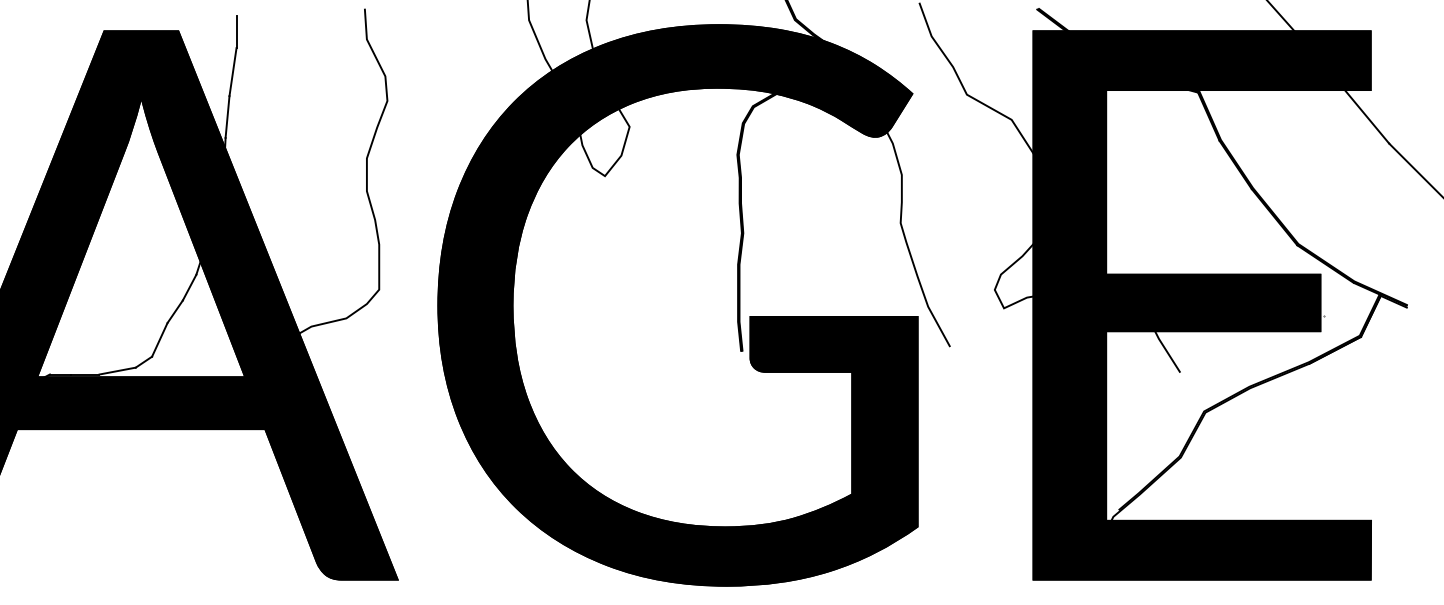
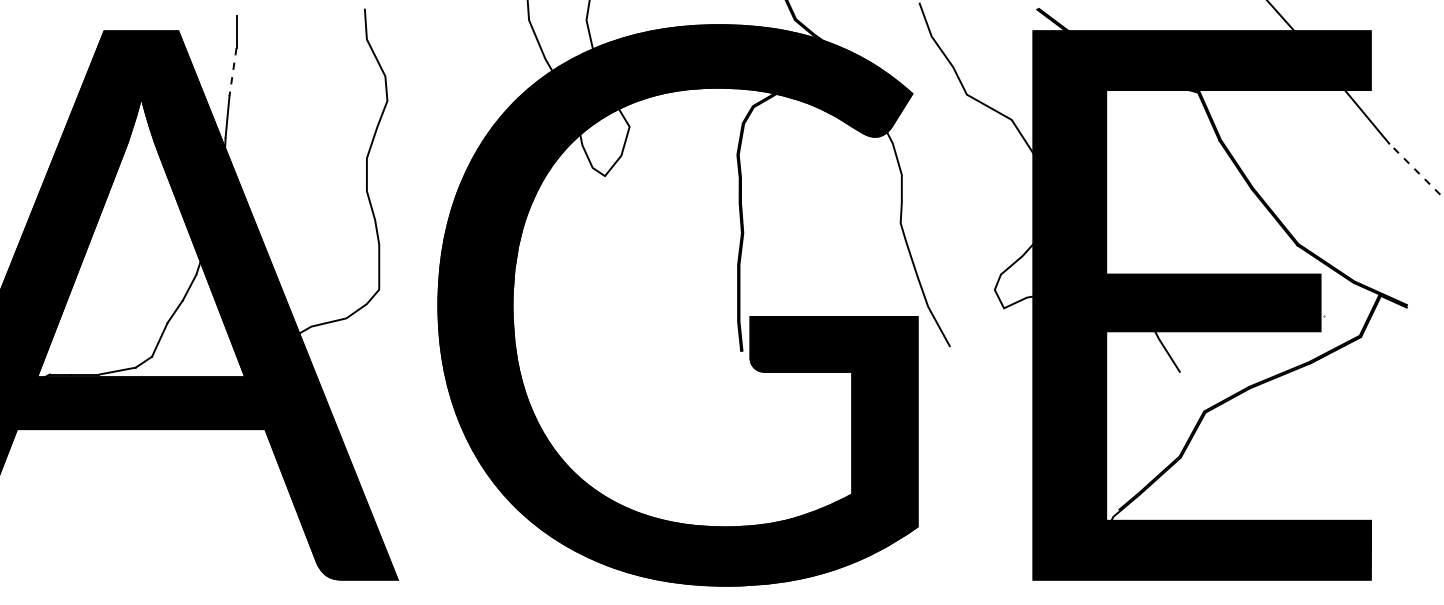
line at (232, 72): solid -> dashed
line at (1416, 170): solid -> dashed
